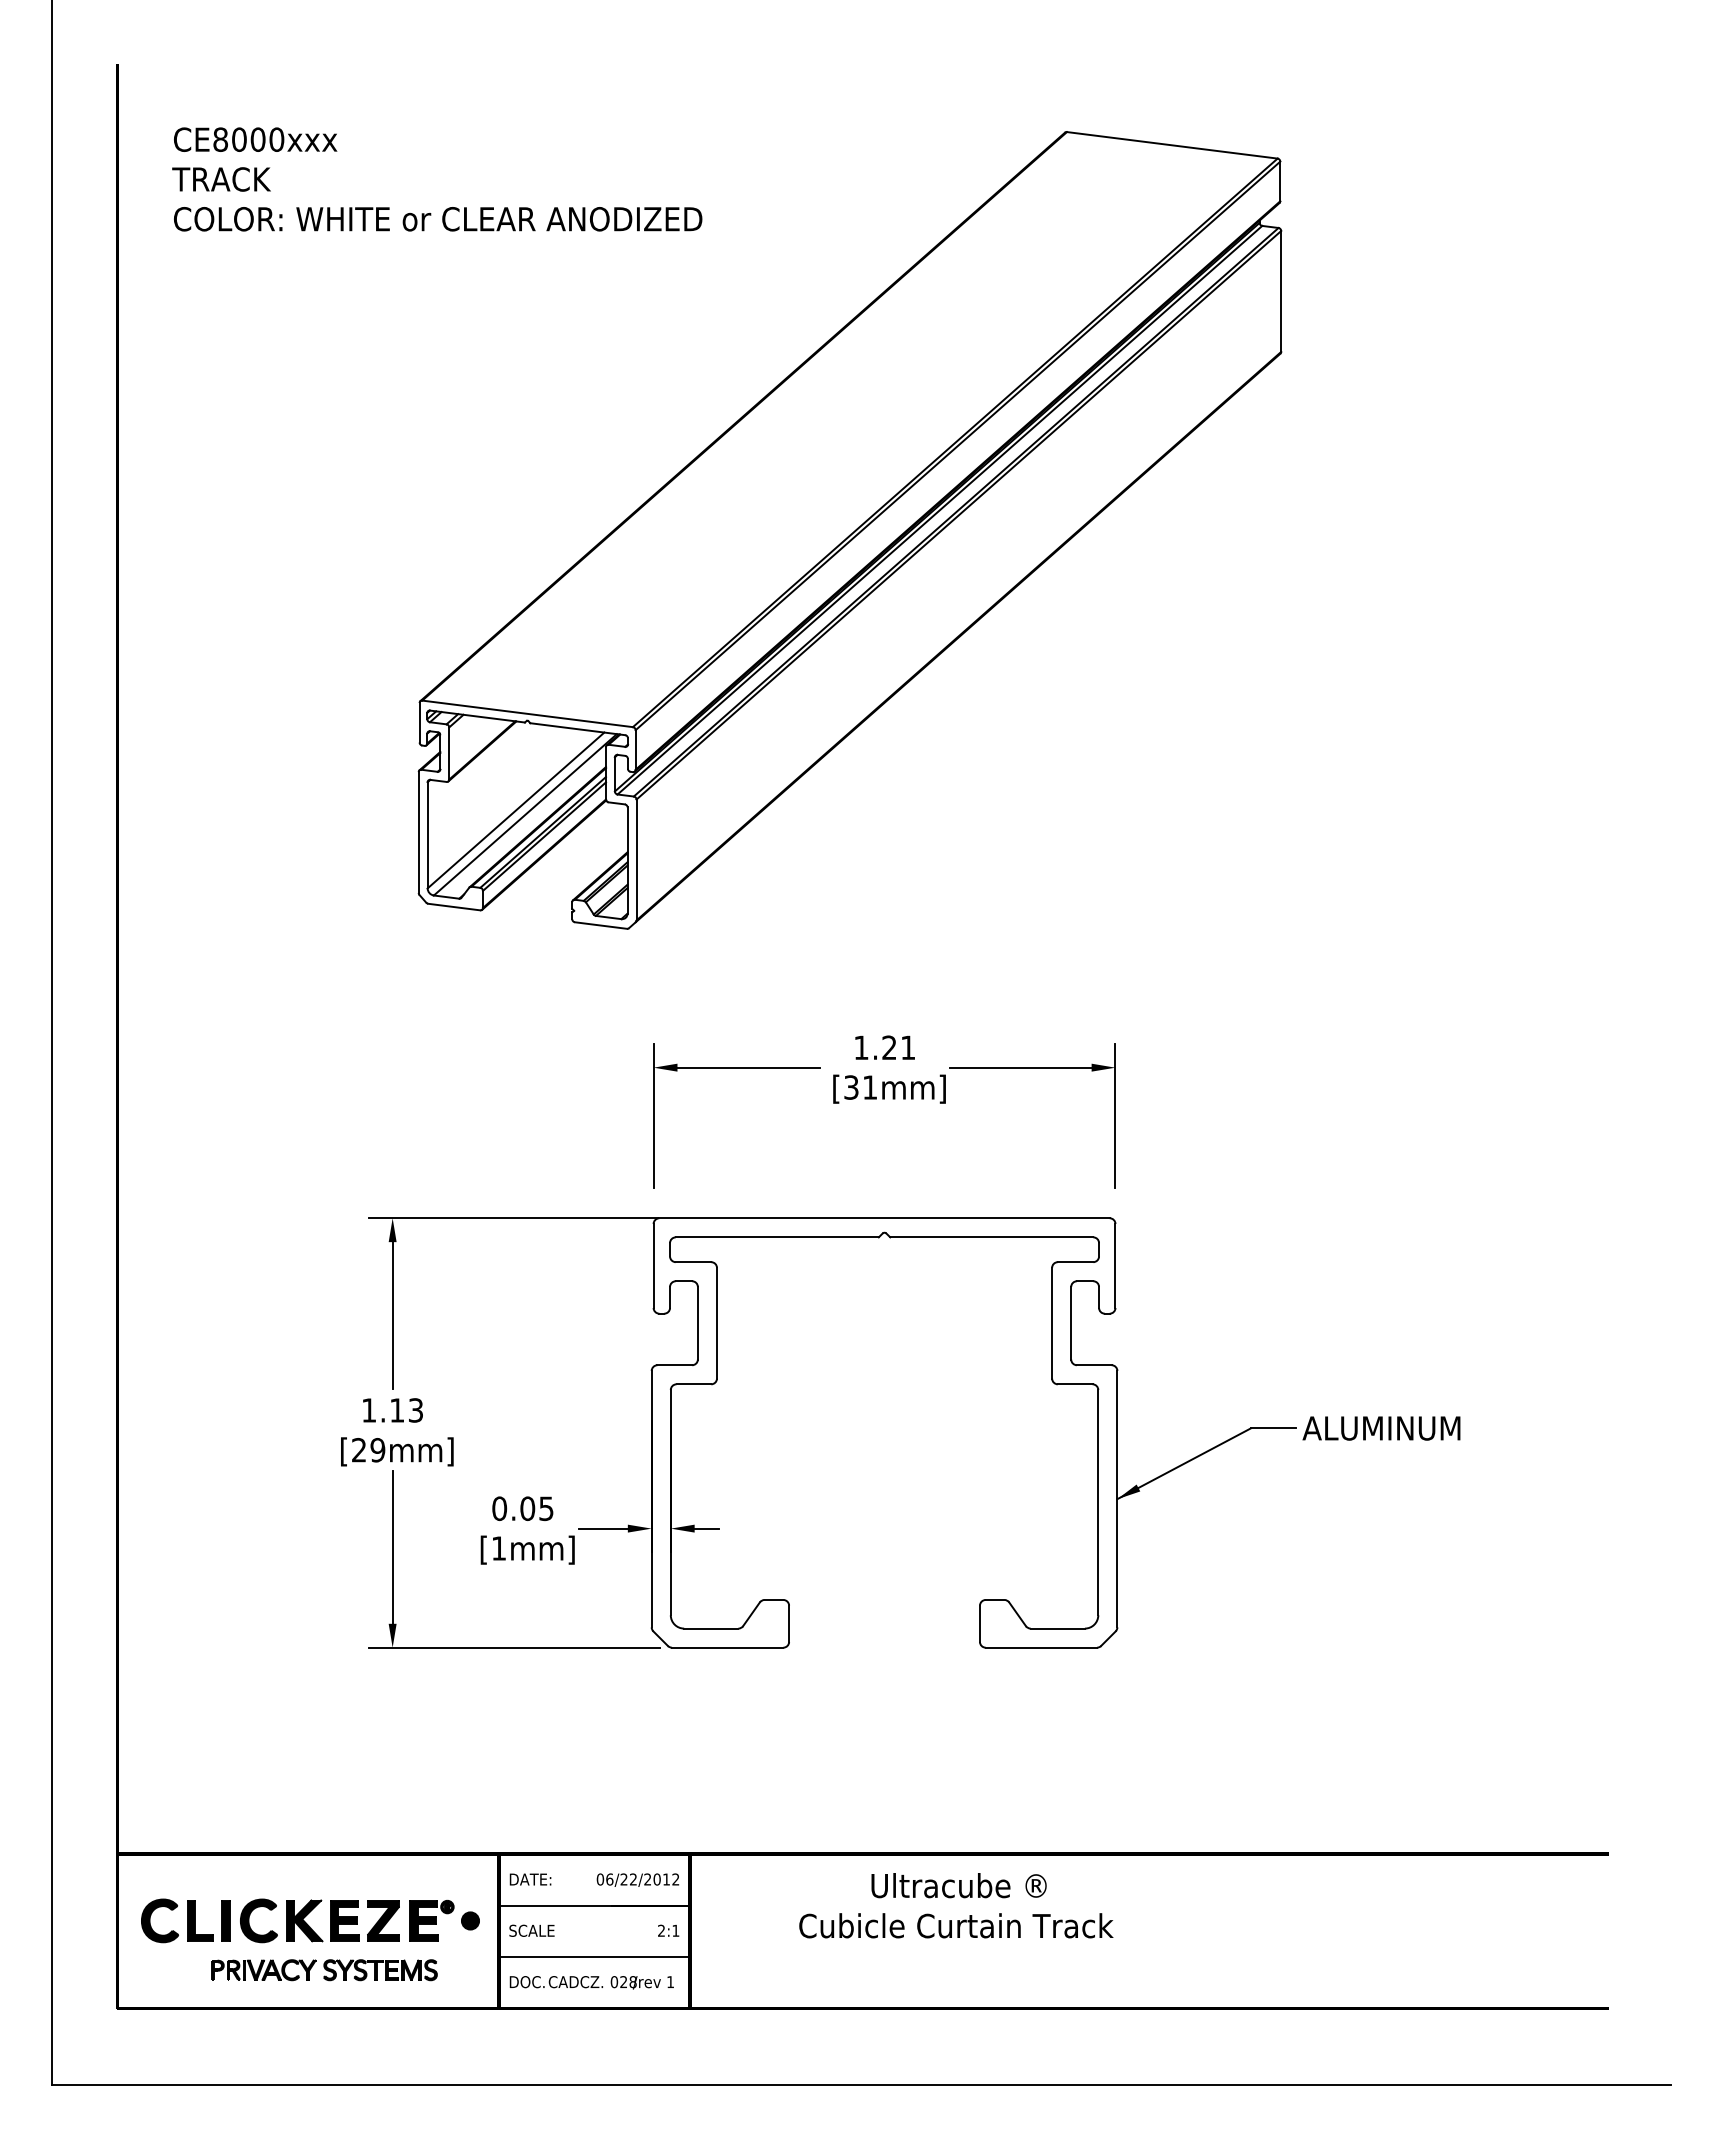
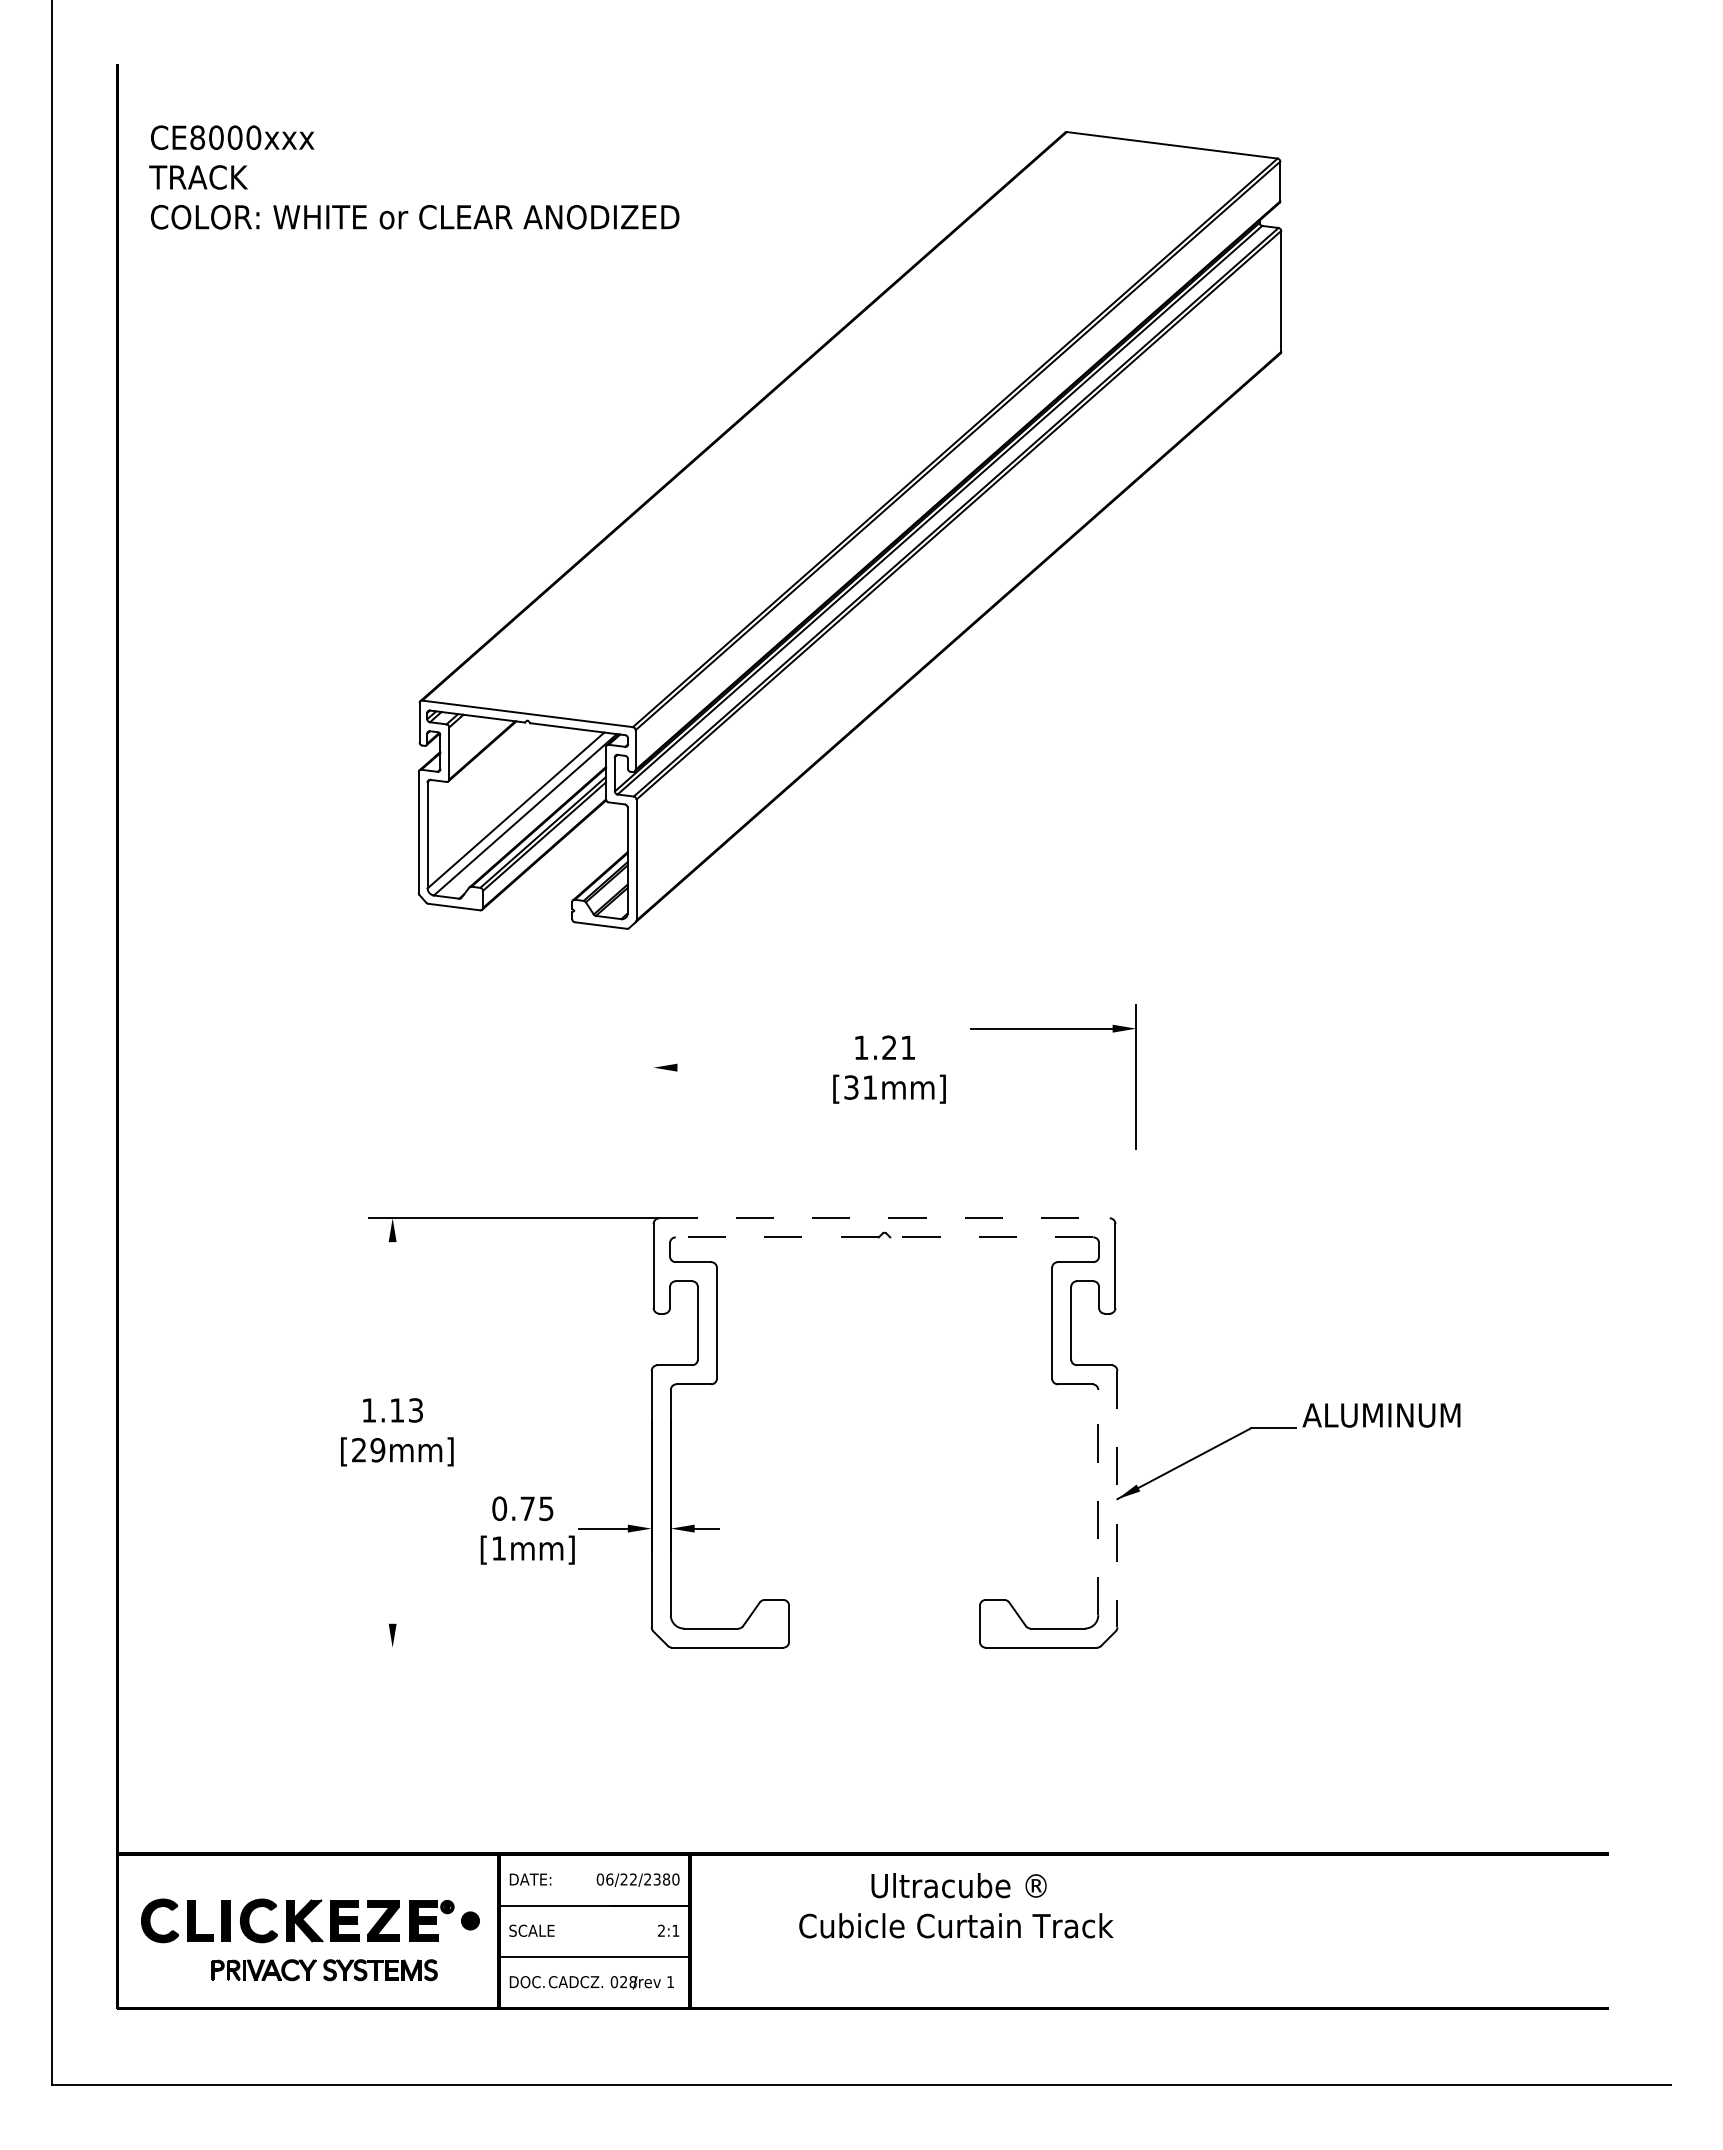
text at (437, 179) position: (437, 179) -> (414, 177)
line at (748, 1067): present -> none
part at (1032, 1068) position: (1032, 1068) -> (1053, 1029)
line at (653, 1115): present -> none
line at (885, 1218): solid -> dashed
line at (777, 1237): solid -> dashed
line at (991, 1237): solid -> dashed
line at (392, 1315): present -> none
text at (1381, 1428) position: (1381, 1428) -> (1381, 1415)
line at (1117, 1499): solid -> dashed
line at (1098, 1502): solid -> dashed
text at (527, 1508): 0.05 -> 0.75
line at (392, 1547): present -> none
line at (514, 1647): present -> none
text at (666, 1879): 06/22/2012 -> 06/22/2380
